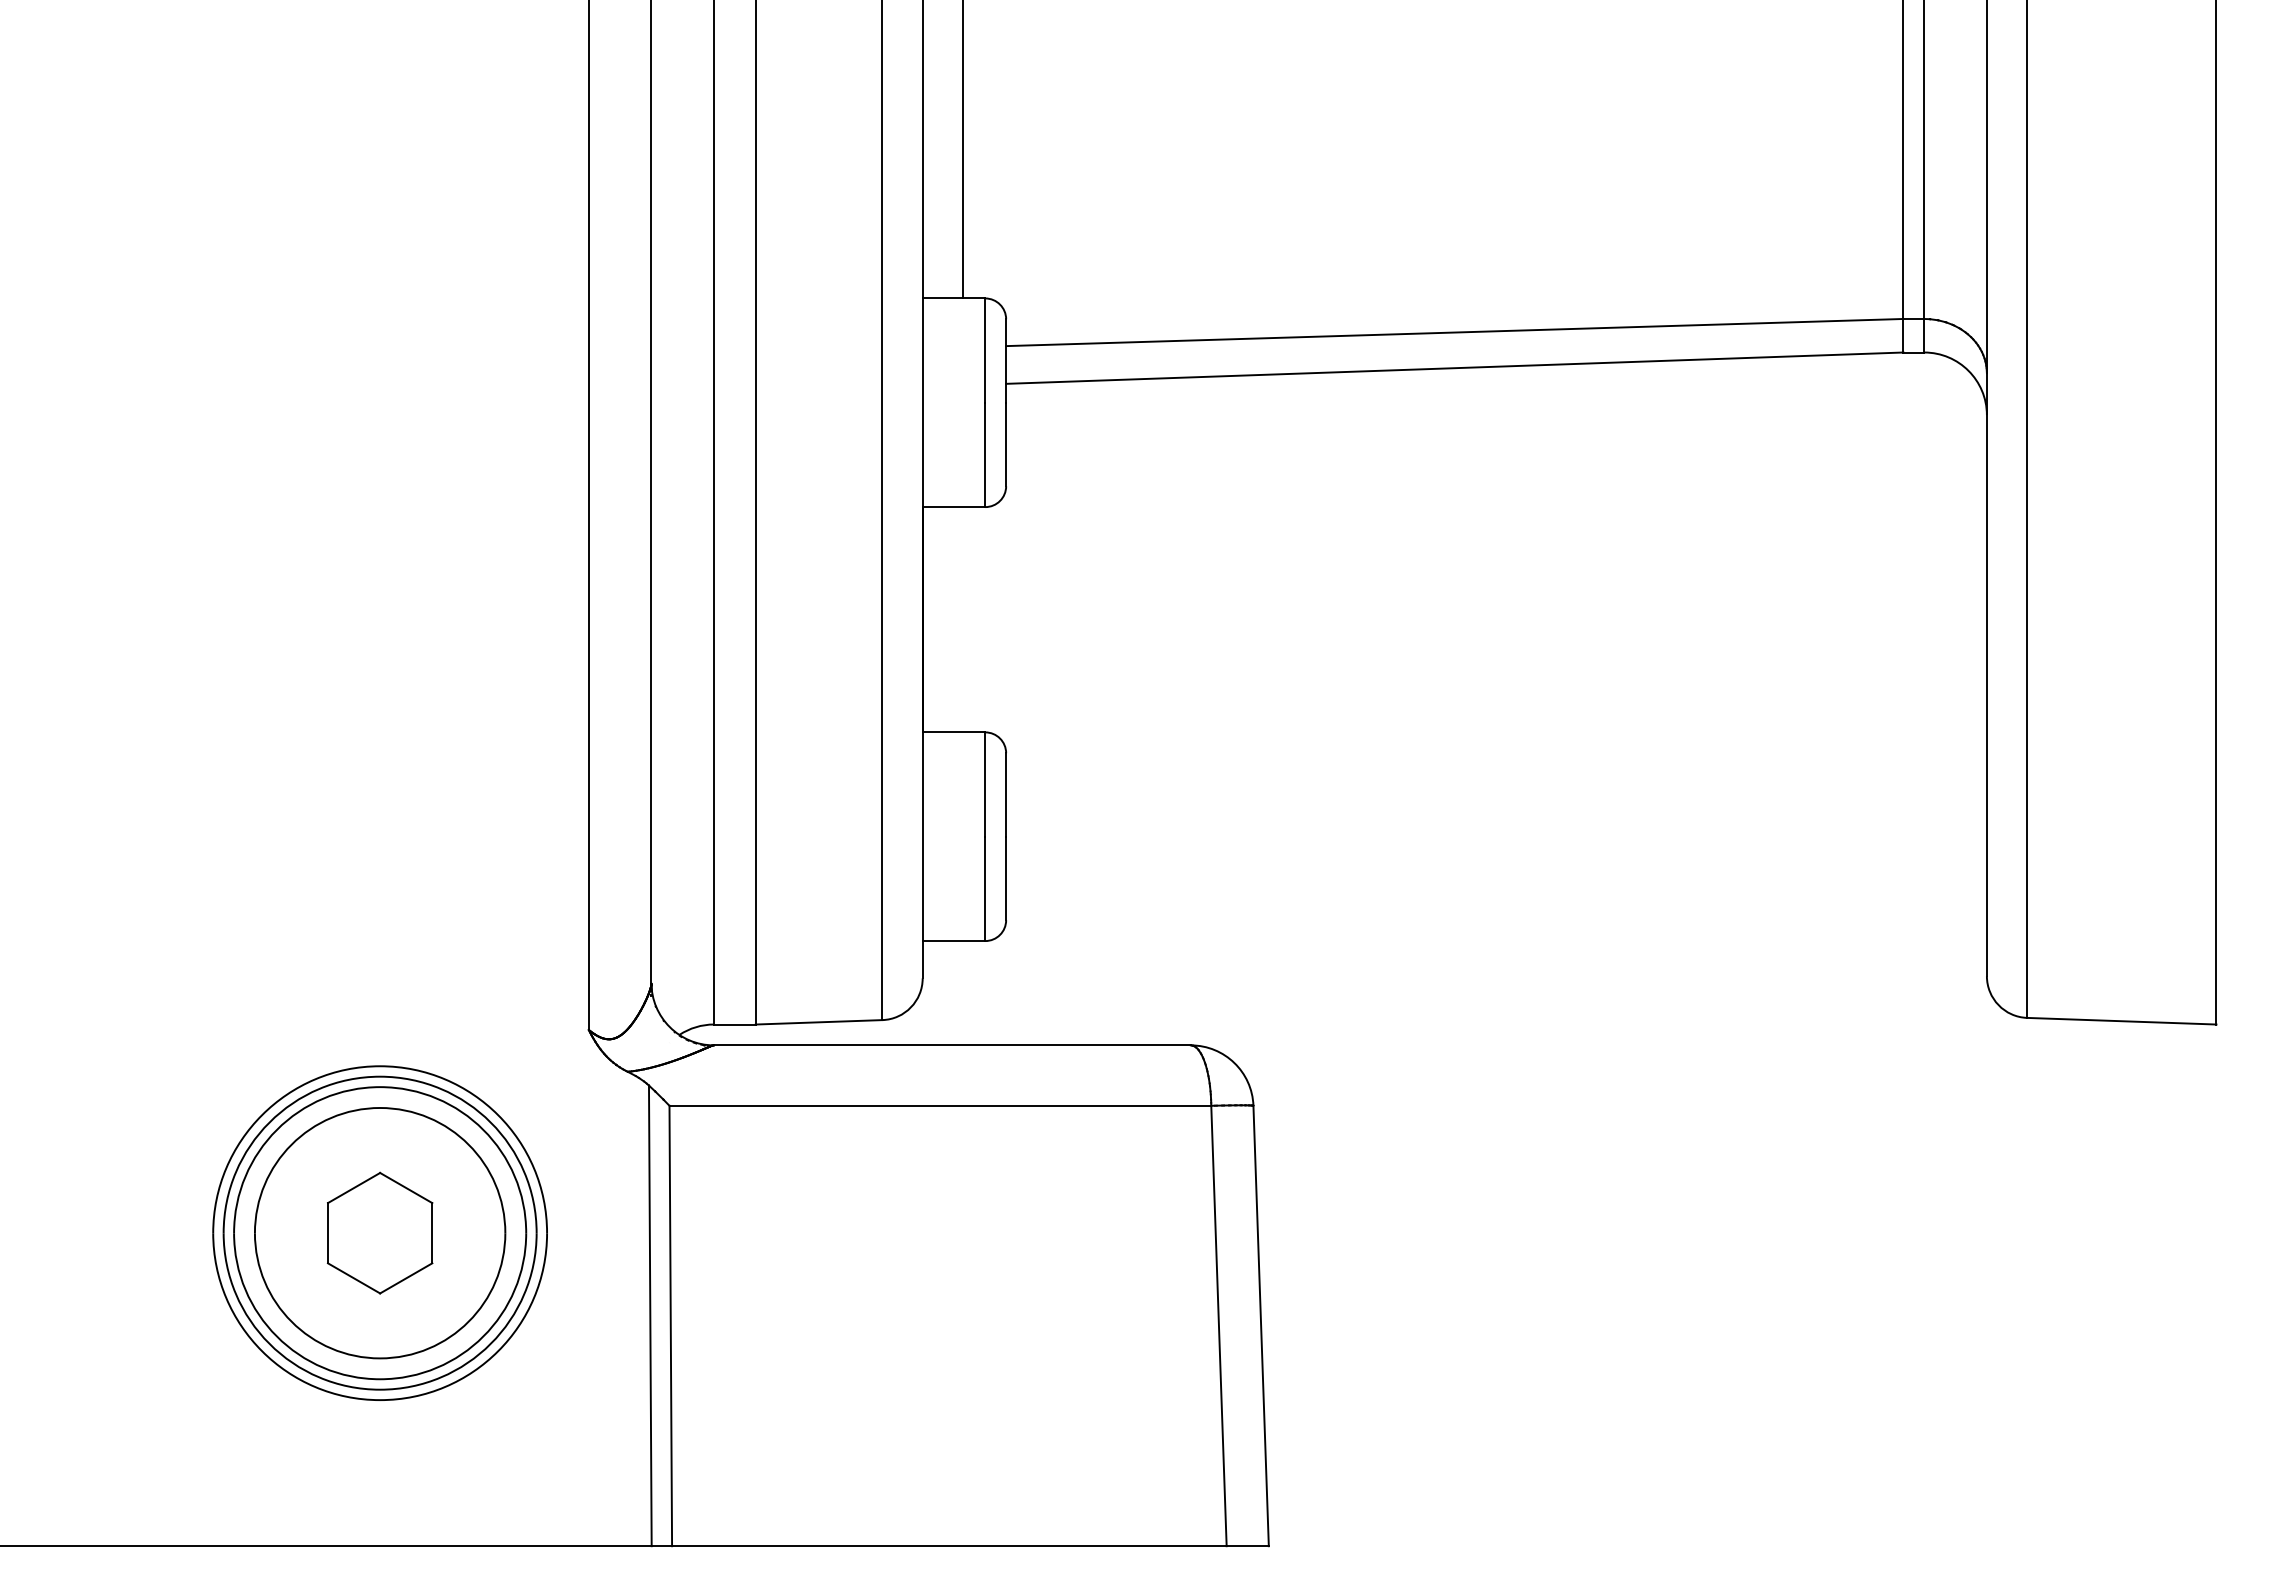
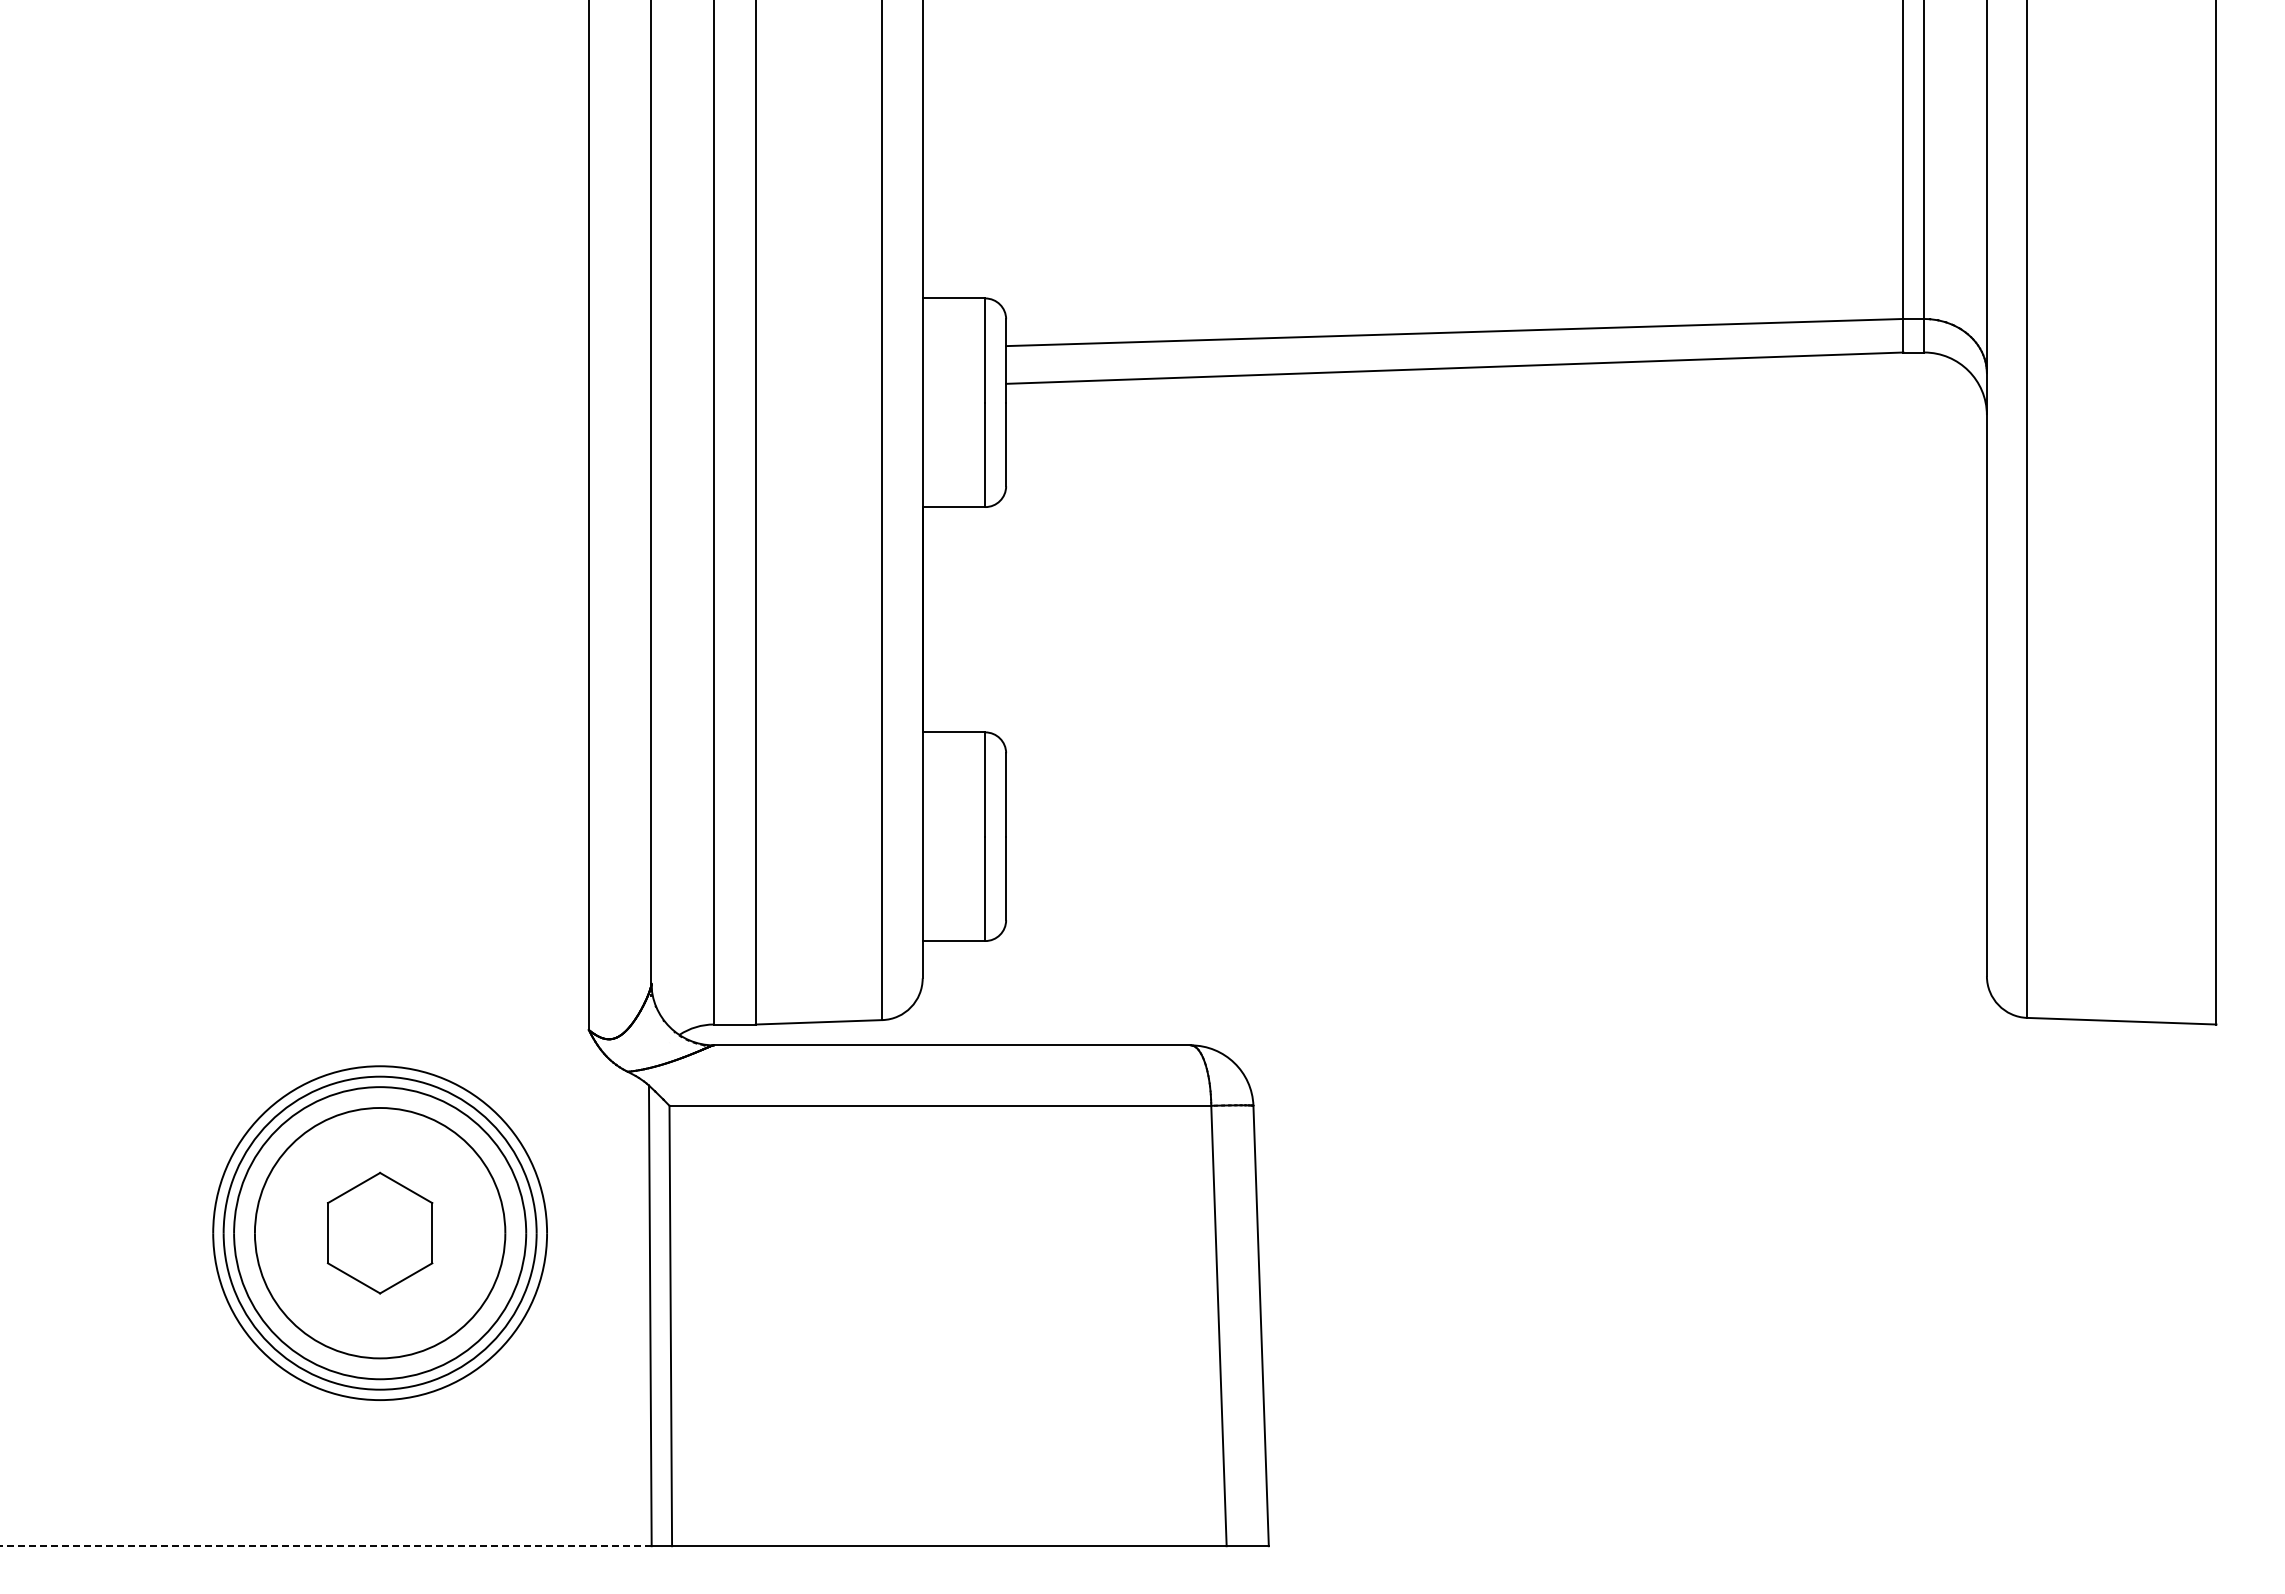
line at (962, 150): present -> none
line at (325, 1546): solid -> dashed
